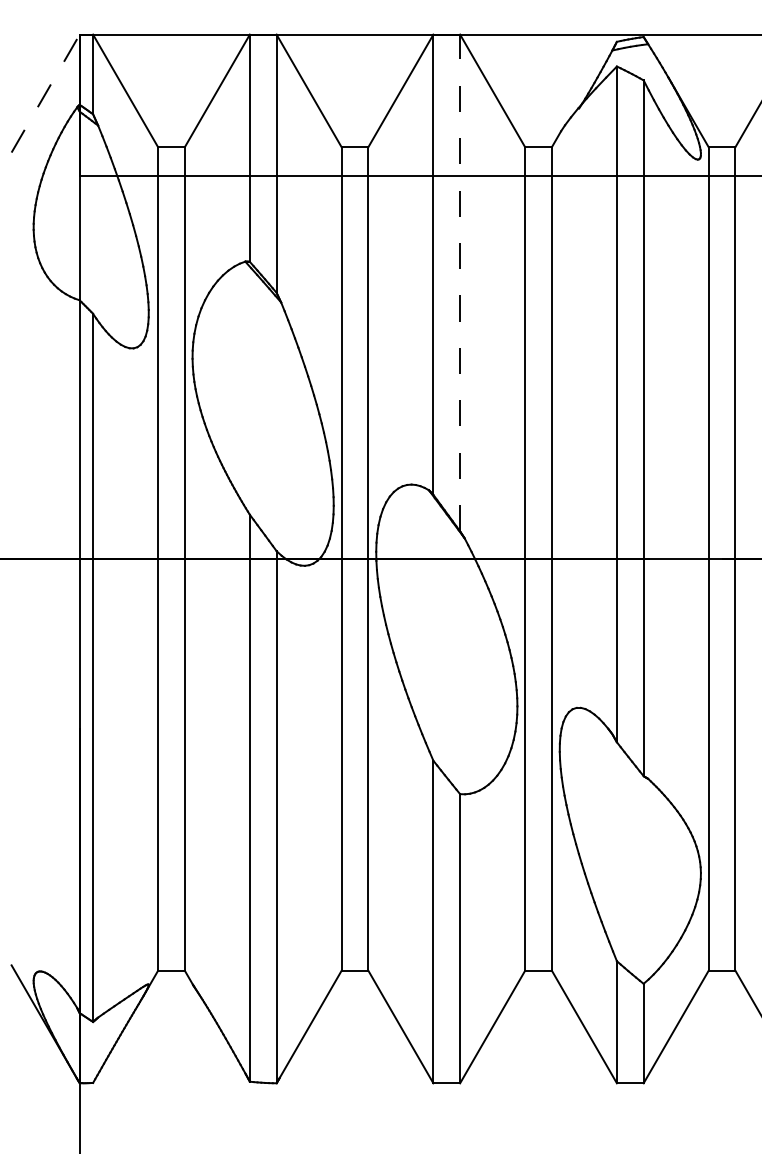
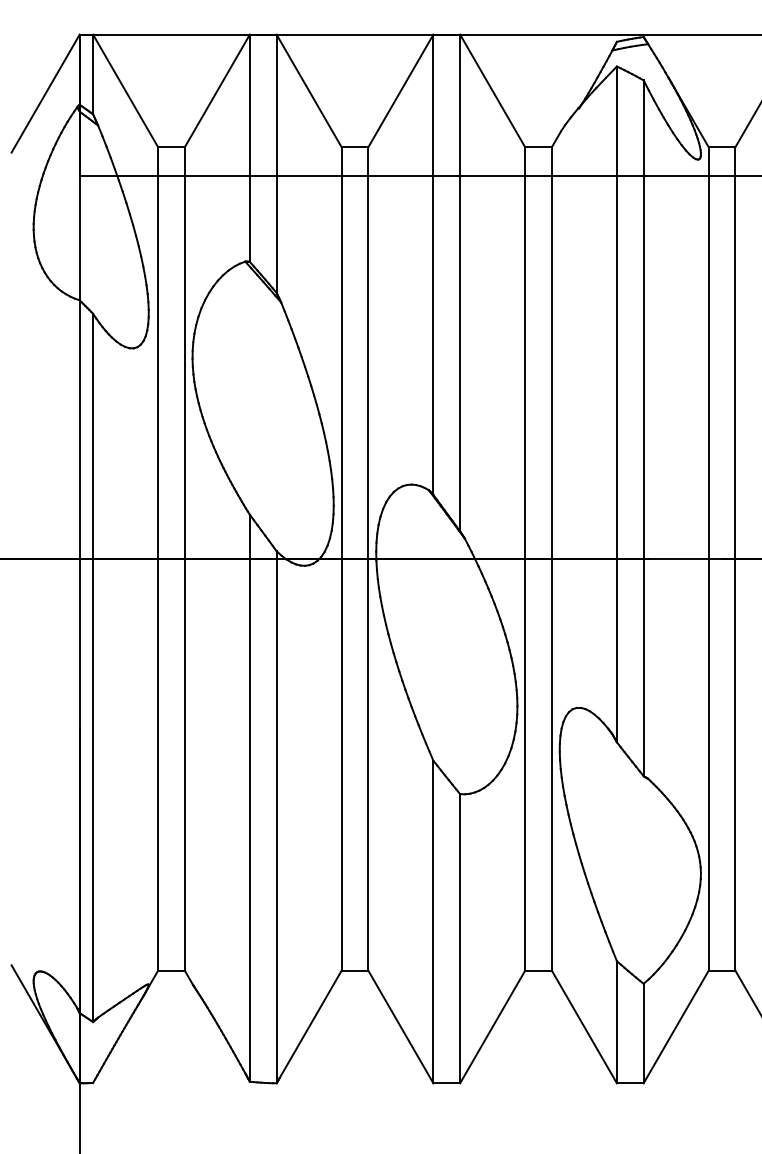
line at (45, 93): dashed -> solid
line at (460, 282): dashed -> solid
